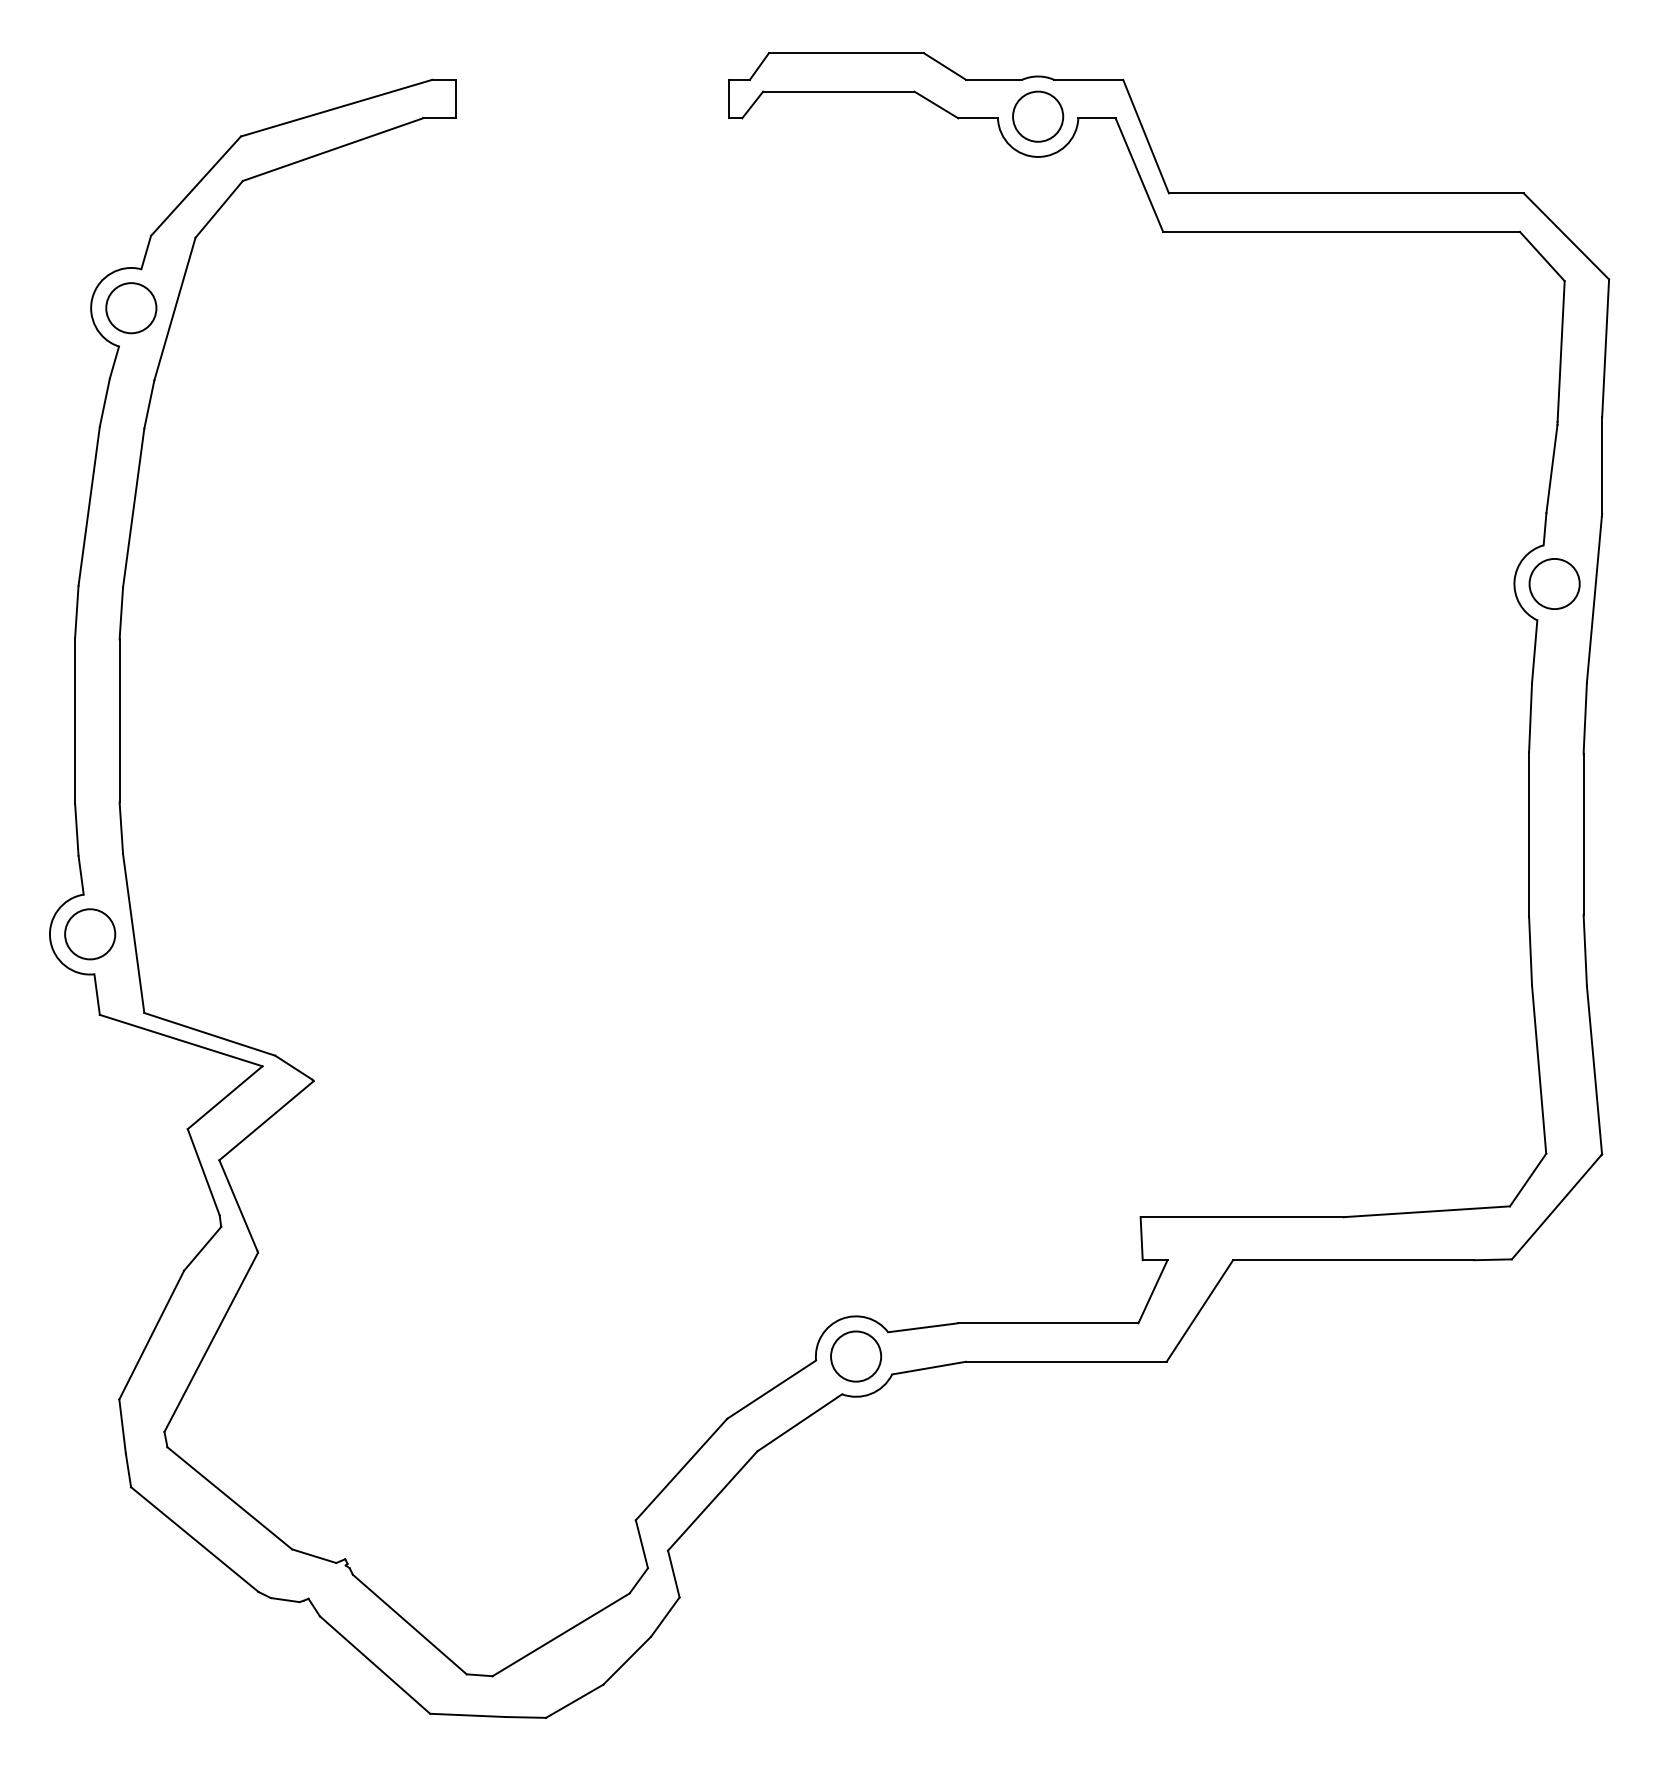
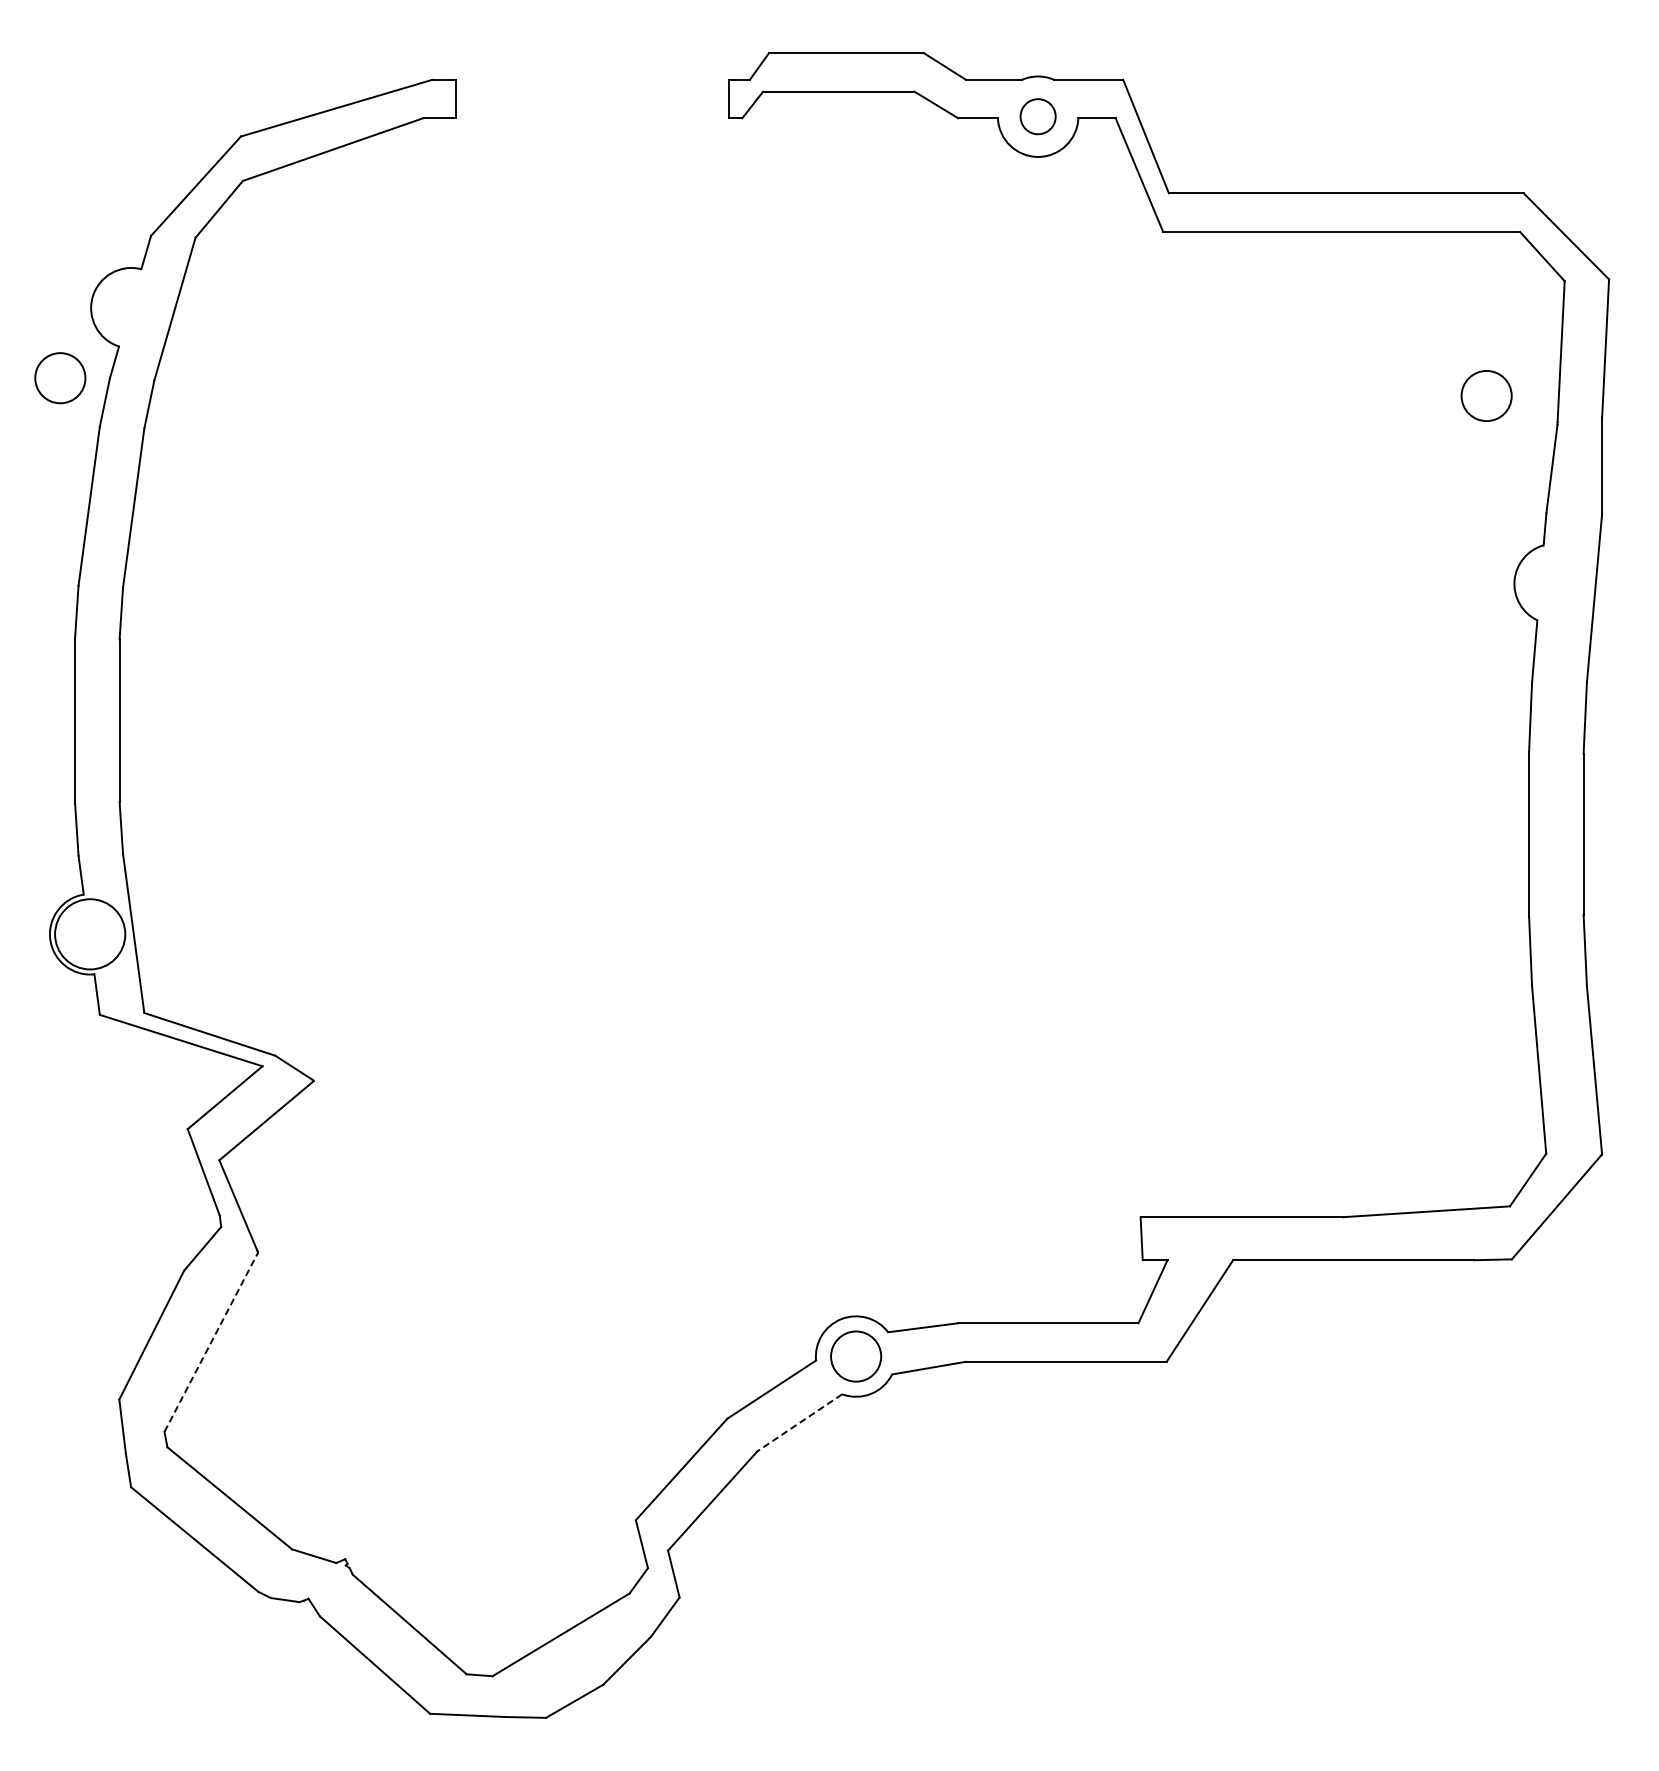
circle at (1038, 116) diameter: 50 px -> 35 px
circle at (131, 308) position: (131, 308) -> (60, 378)
circle at (1554, 583) position: (1554, 583) -> (1486, 395)
circle at (90, 934) diameter: 50 px -> 70 px
line at (211, 1341): solid -> dashed
line at (799, 1423): solid -> dashed
